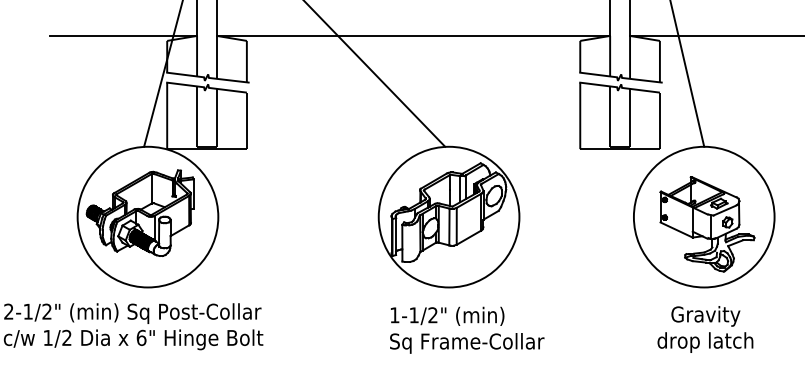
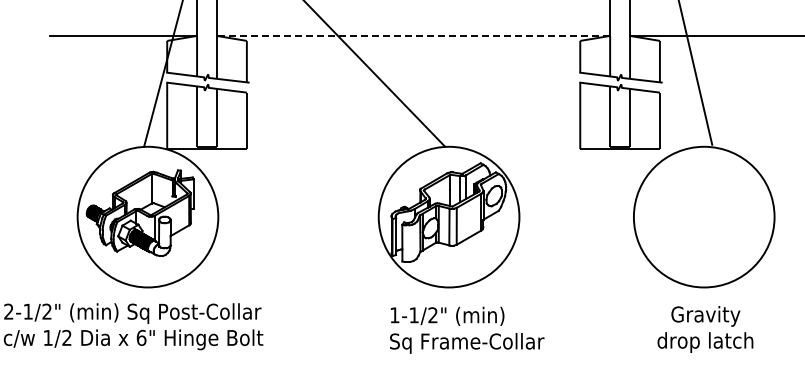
line at (413, 35): solid -> dashed
line at (687, 74) position: (687, 74) -> (695, 73)
part at (707, 224): present -> none
